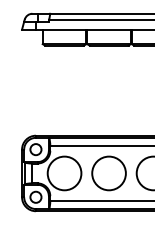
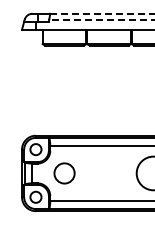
line at (102, 13): solid -> dashed
line at (101, 19): solid -> dashed
circle at (64, 173) diameter: 34 px -> 20 px
circle at (108, 173): present -> none
